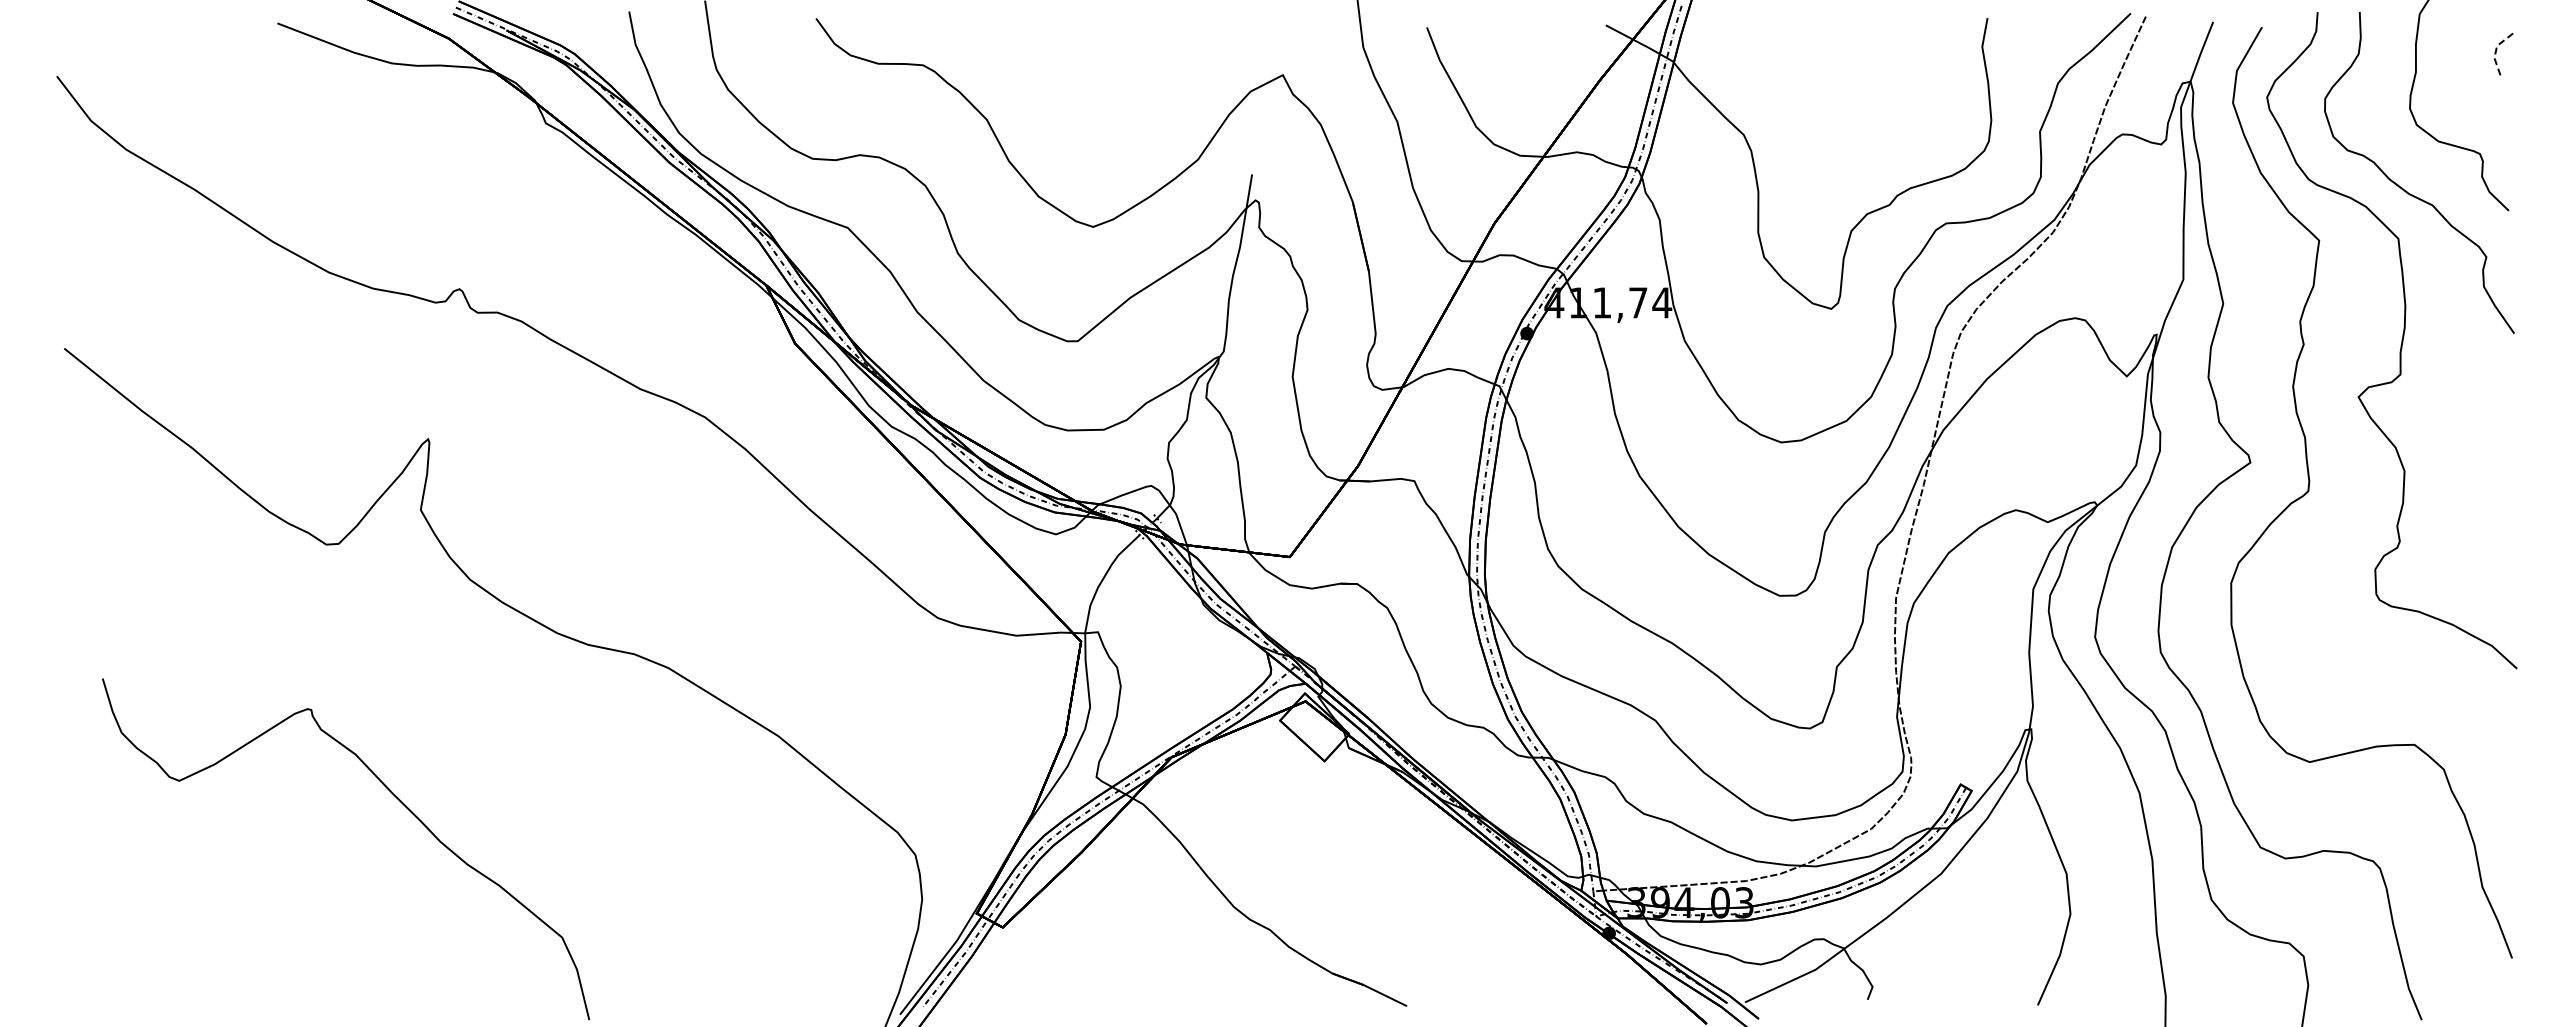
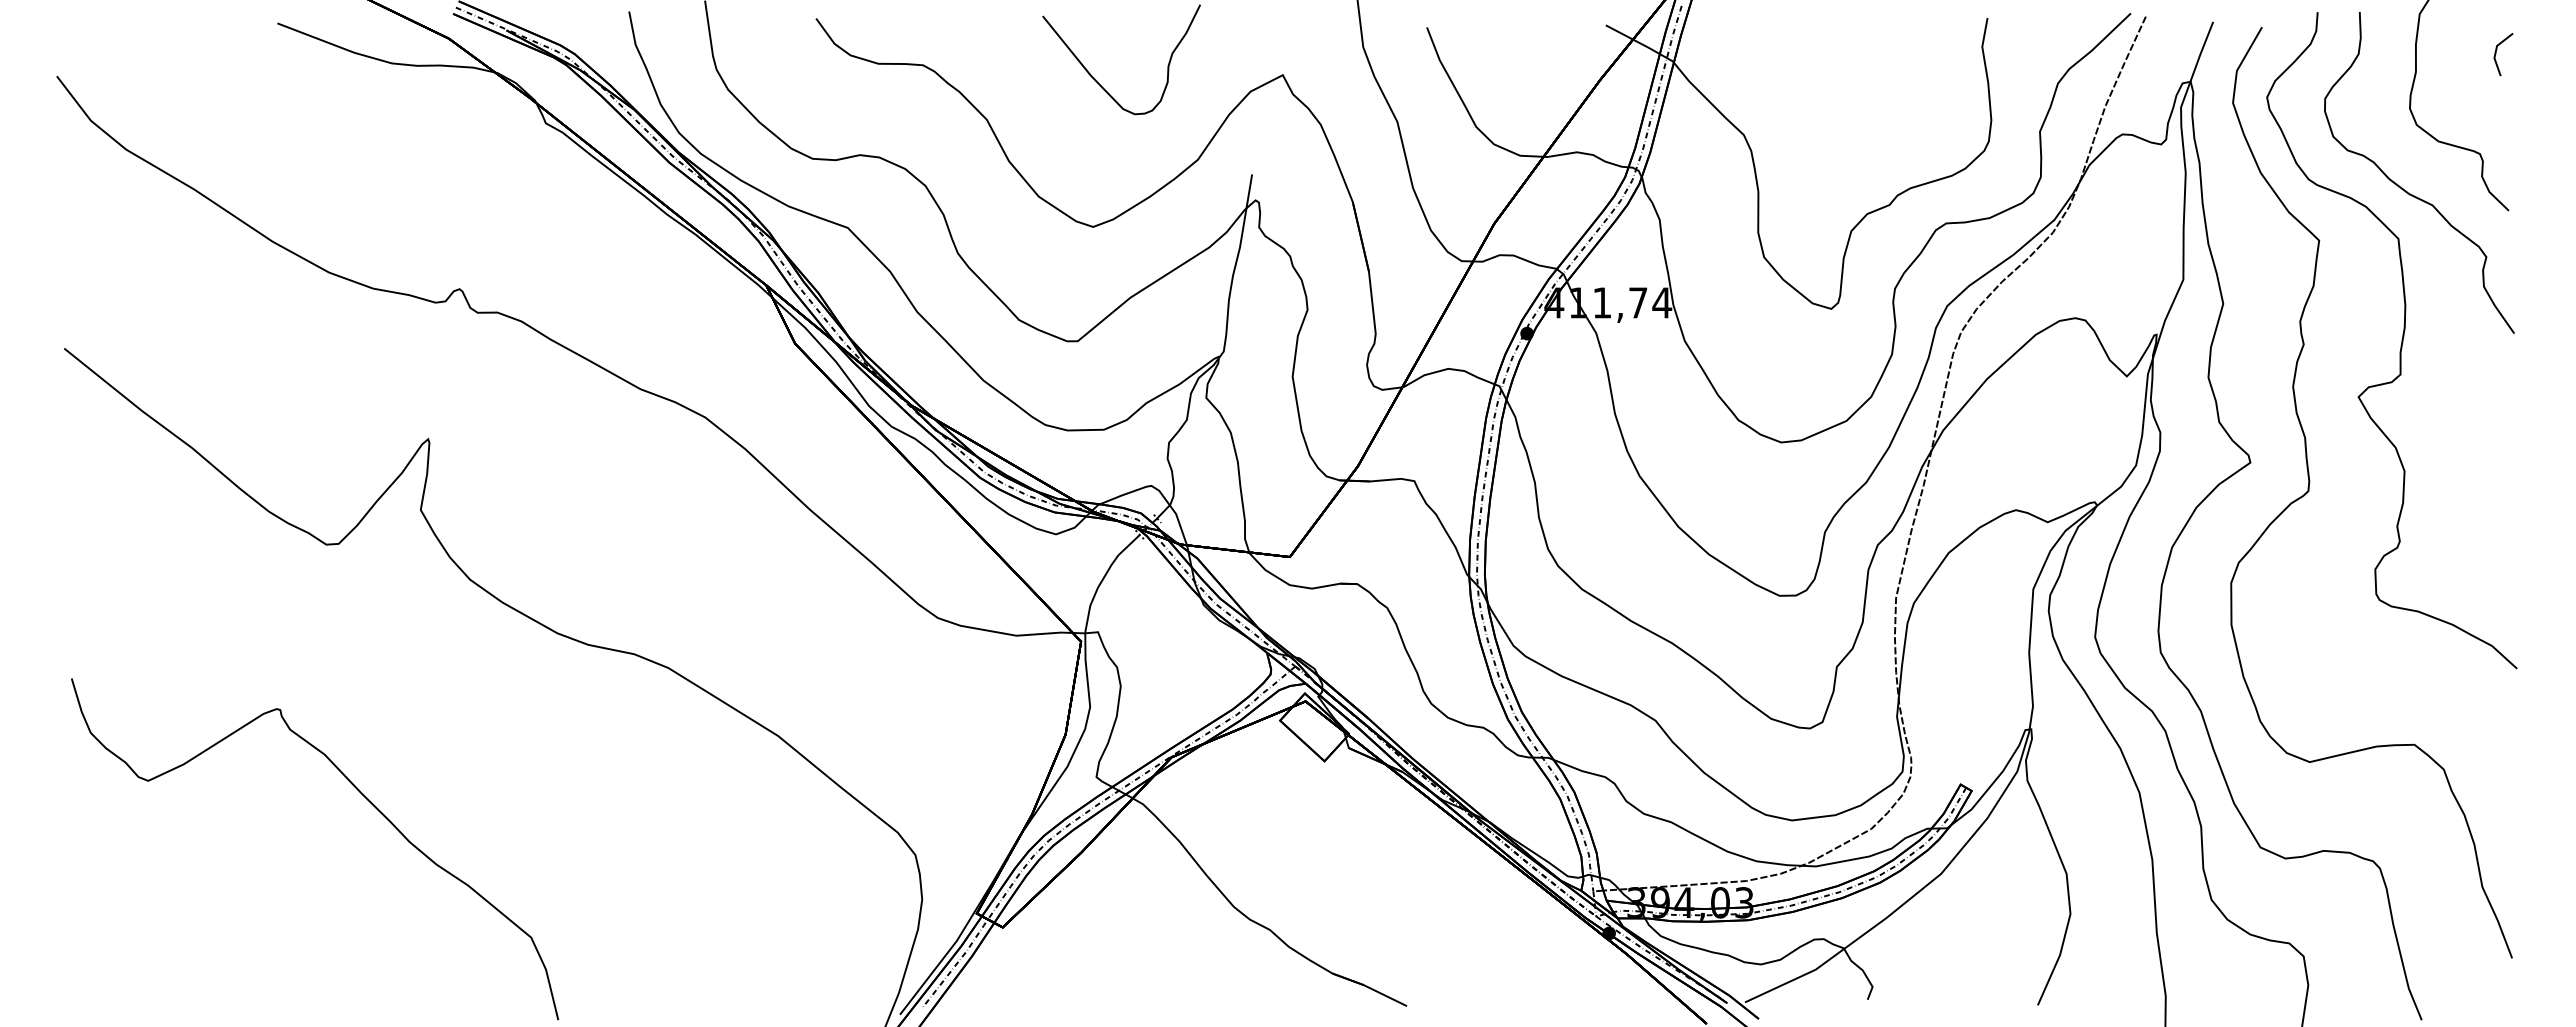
line at (2495, 51): dashed -> solid
curve at (1094, 77): none -> present
curve at (396, 798) position: (396, 798) -> (365, 798)
